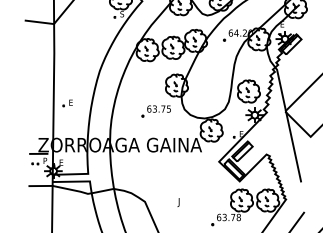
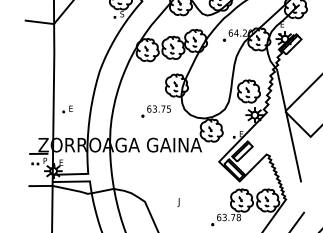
part at (67, 103) position: (67, 103) -> (67, 109)
